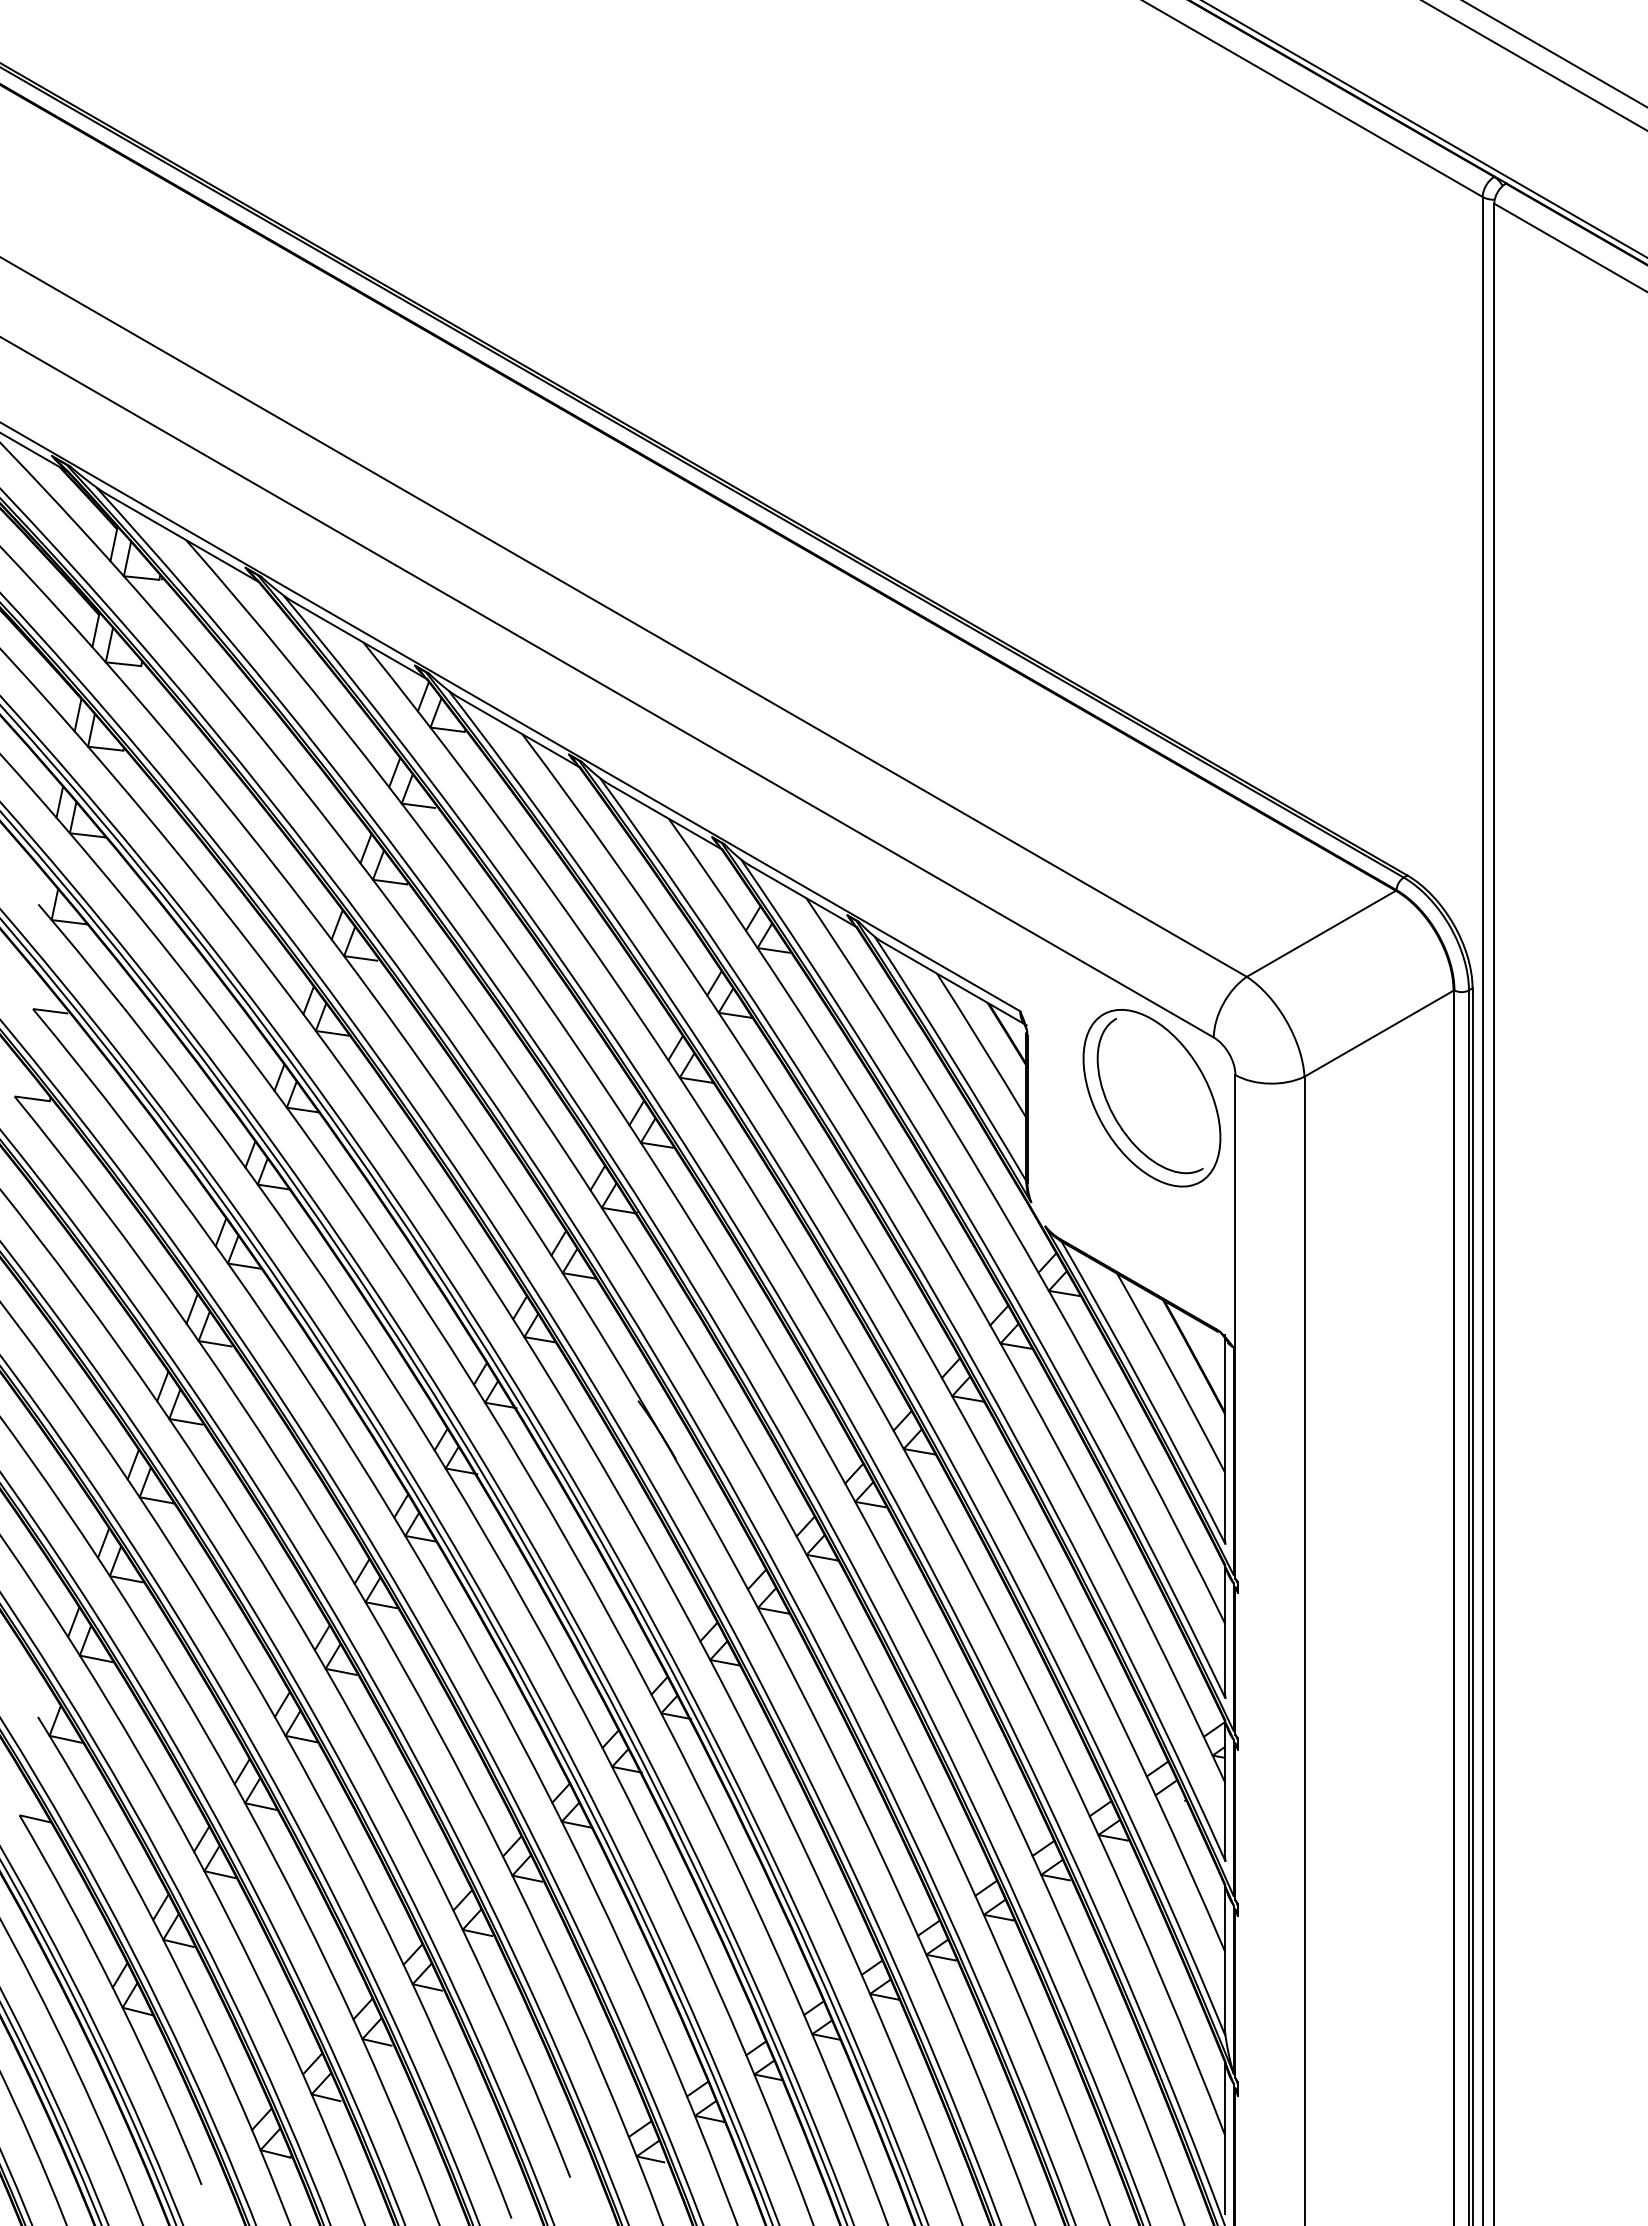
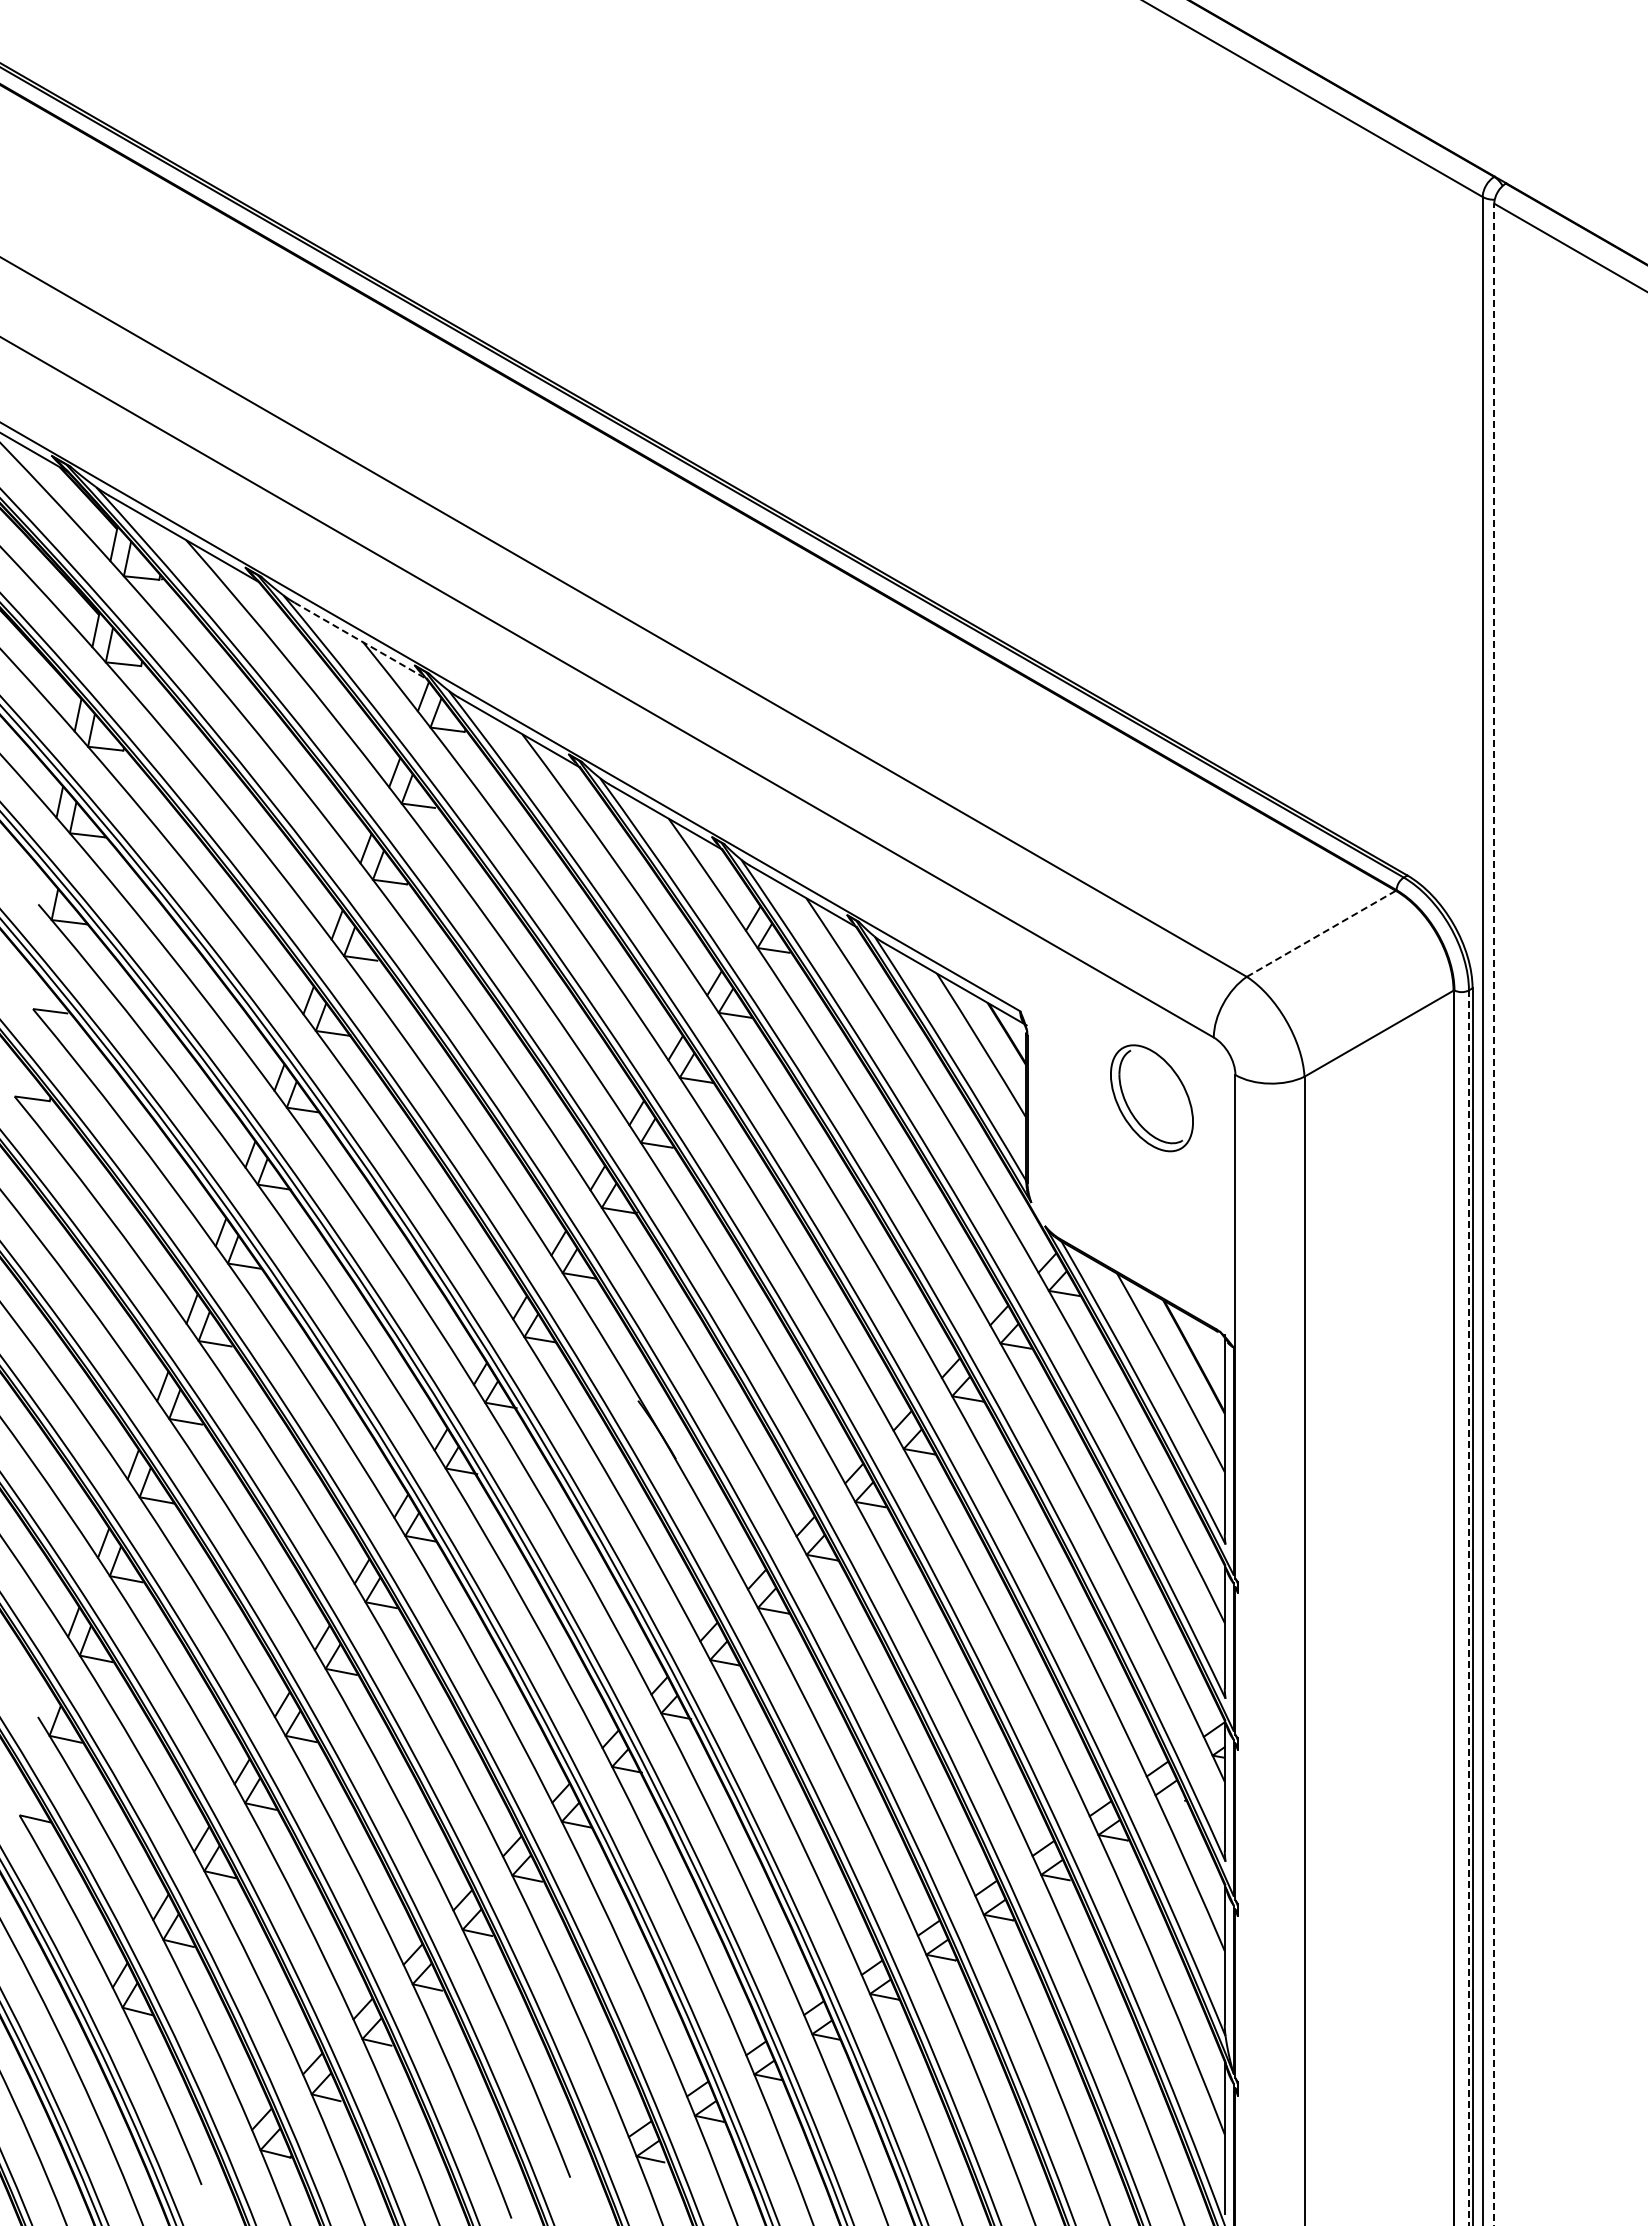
line at (1554, 53): present -> none
line at (1534, 65): present -> none
line at (1424, 128): present -> none
line at (360, 641): solid -> dashed
line at (1321, 933): solid -> dashed
part at (1151, 1098) size: 140x179 px -> 84x109 px
line at (1494, 1213): solid -> dashed
line at (1468, 1608): solid -> dashed
